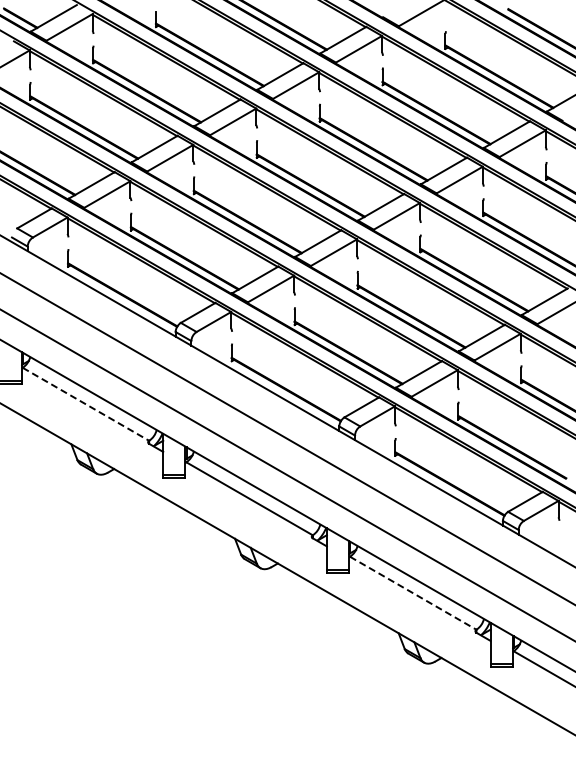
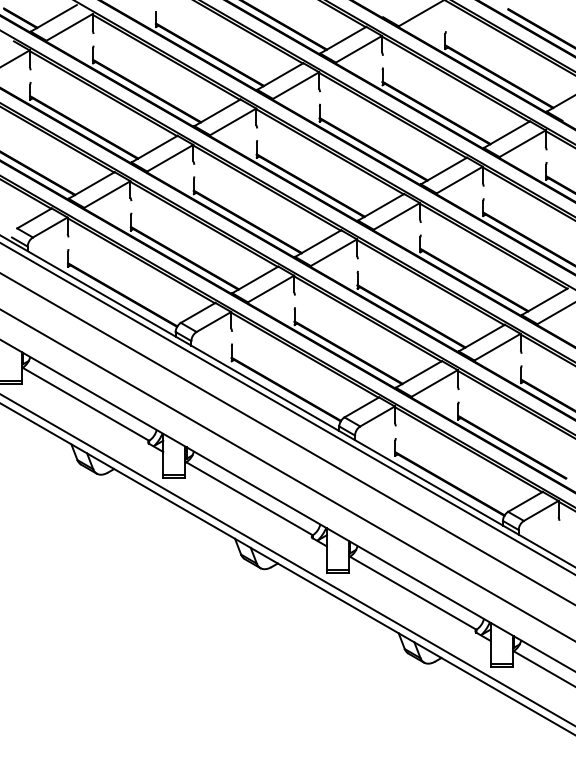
line at (85, 404): dashed -> solid
line at (287, 408): none -> present
line at (287, 559): none -> present
line at (413, 593): dashed -> solid
